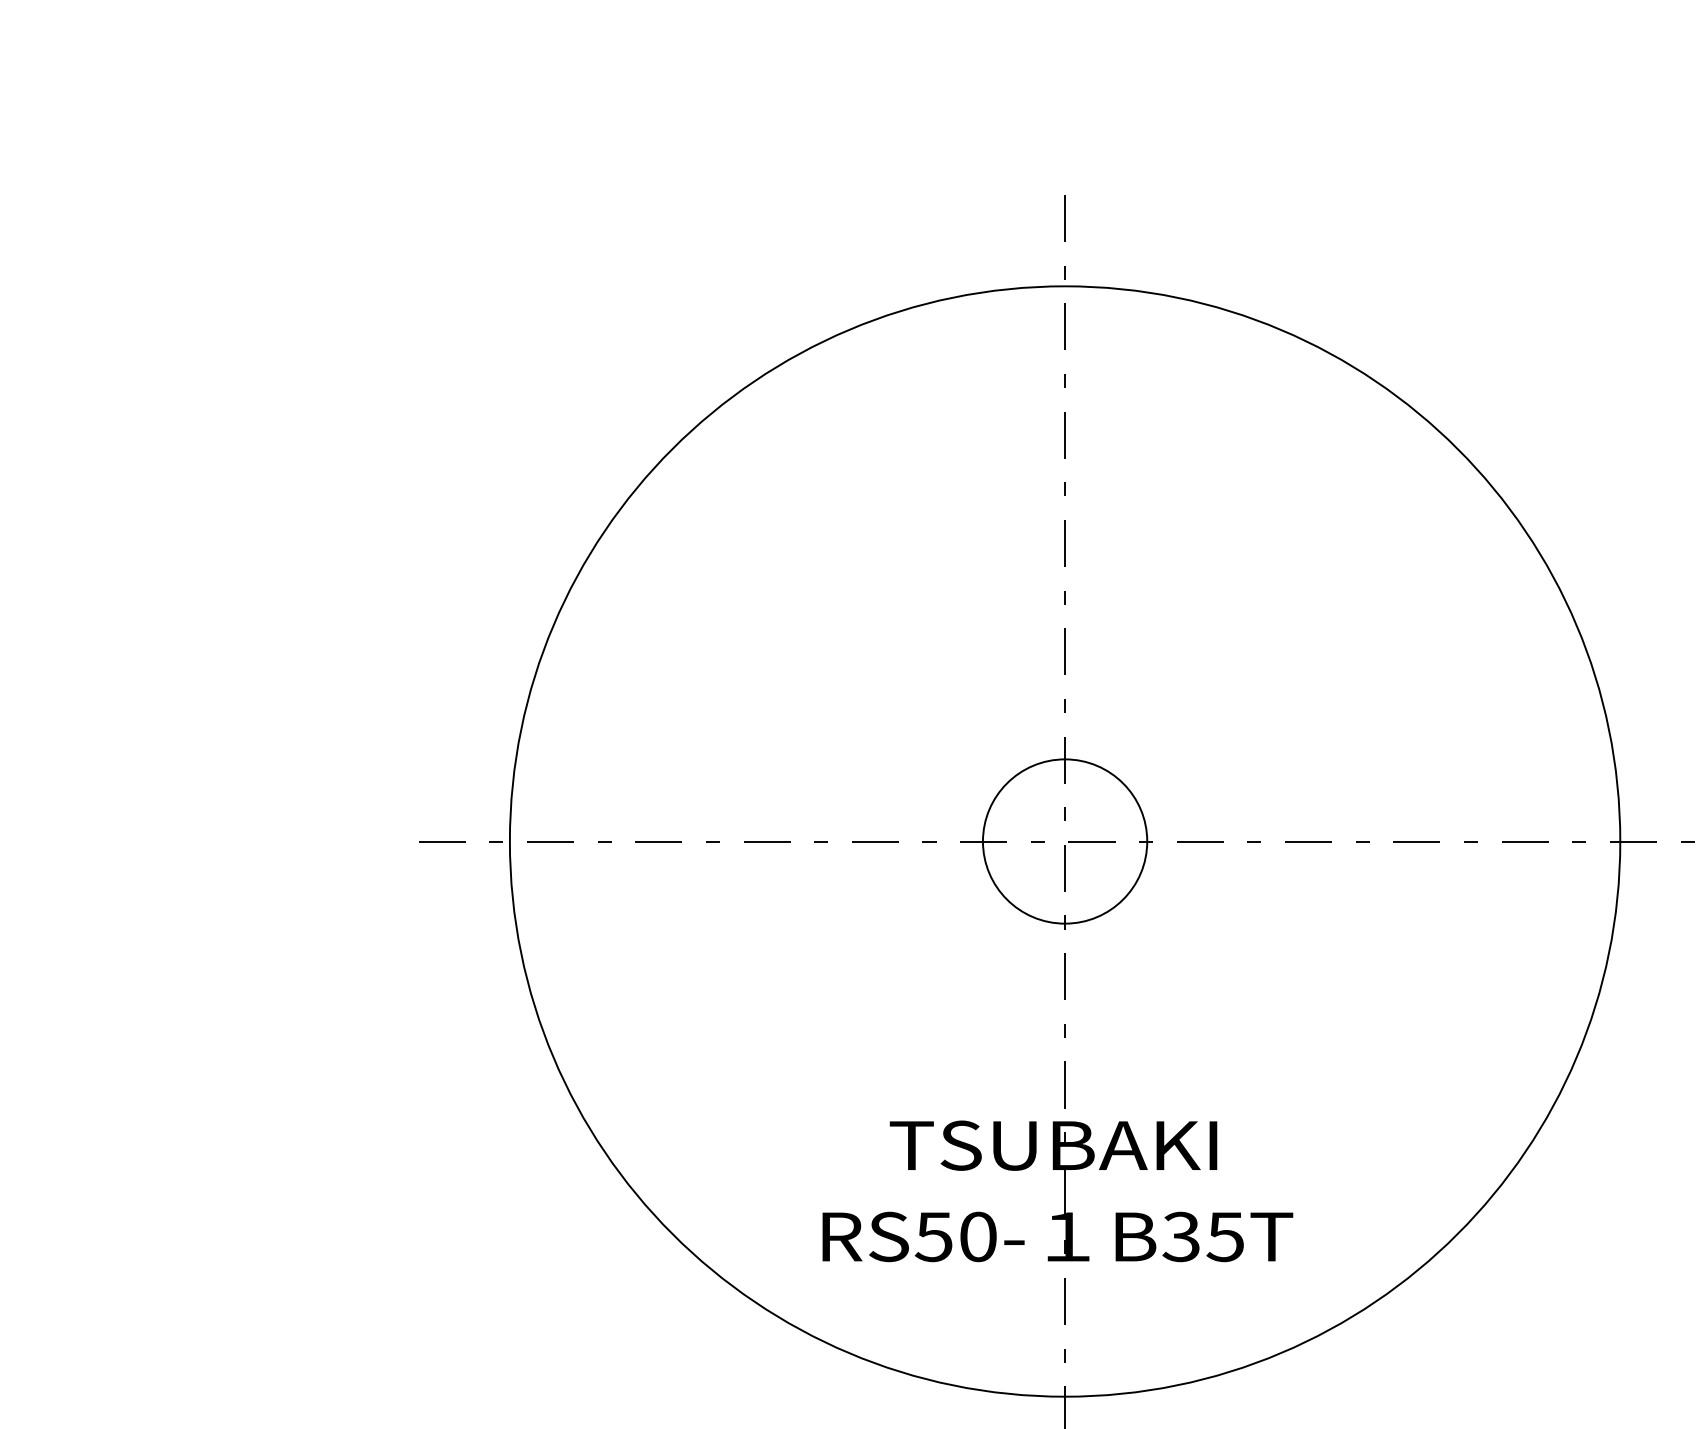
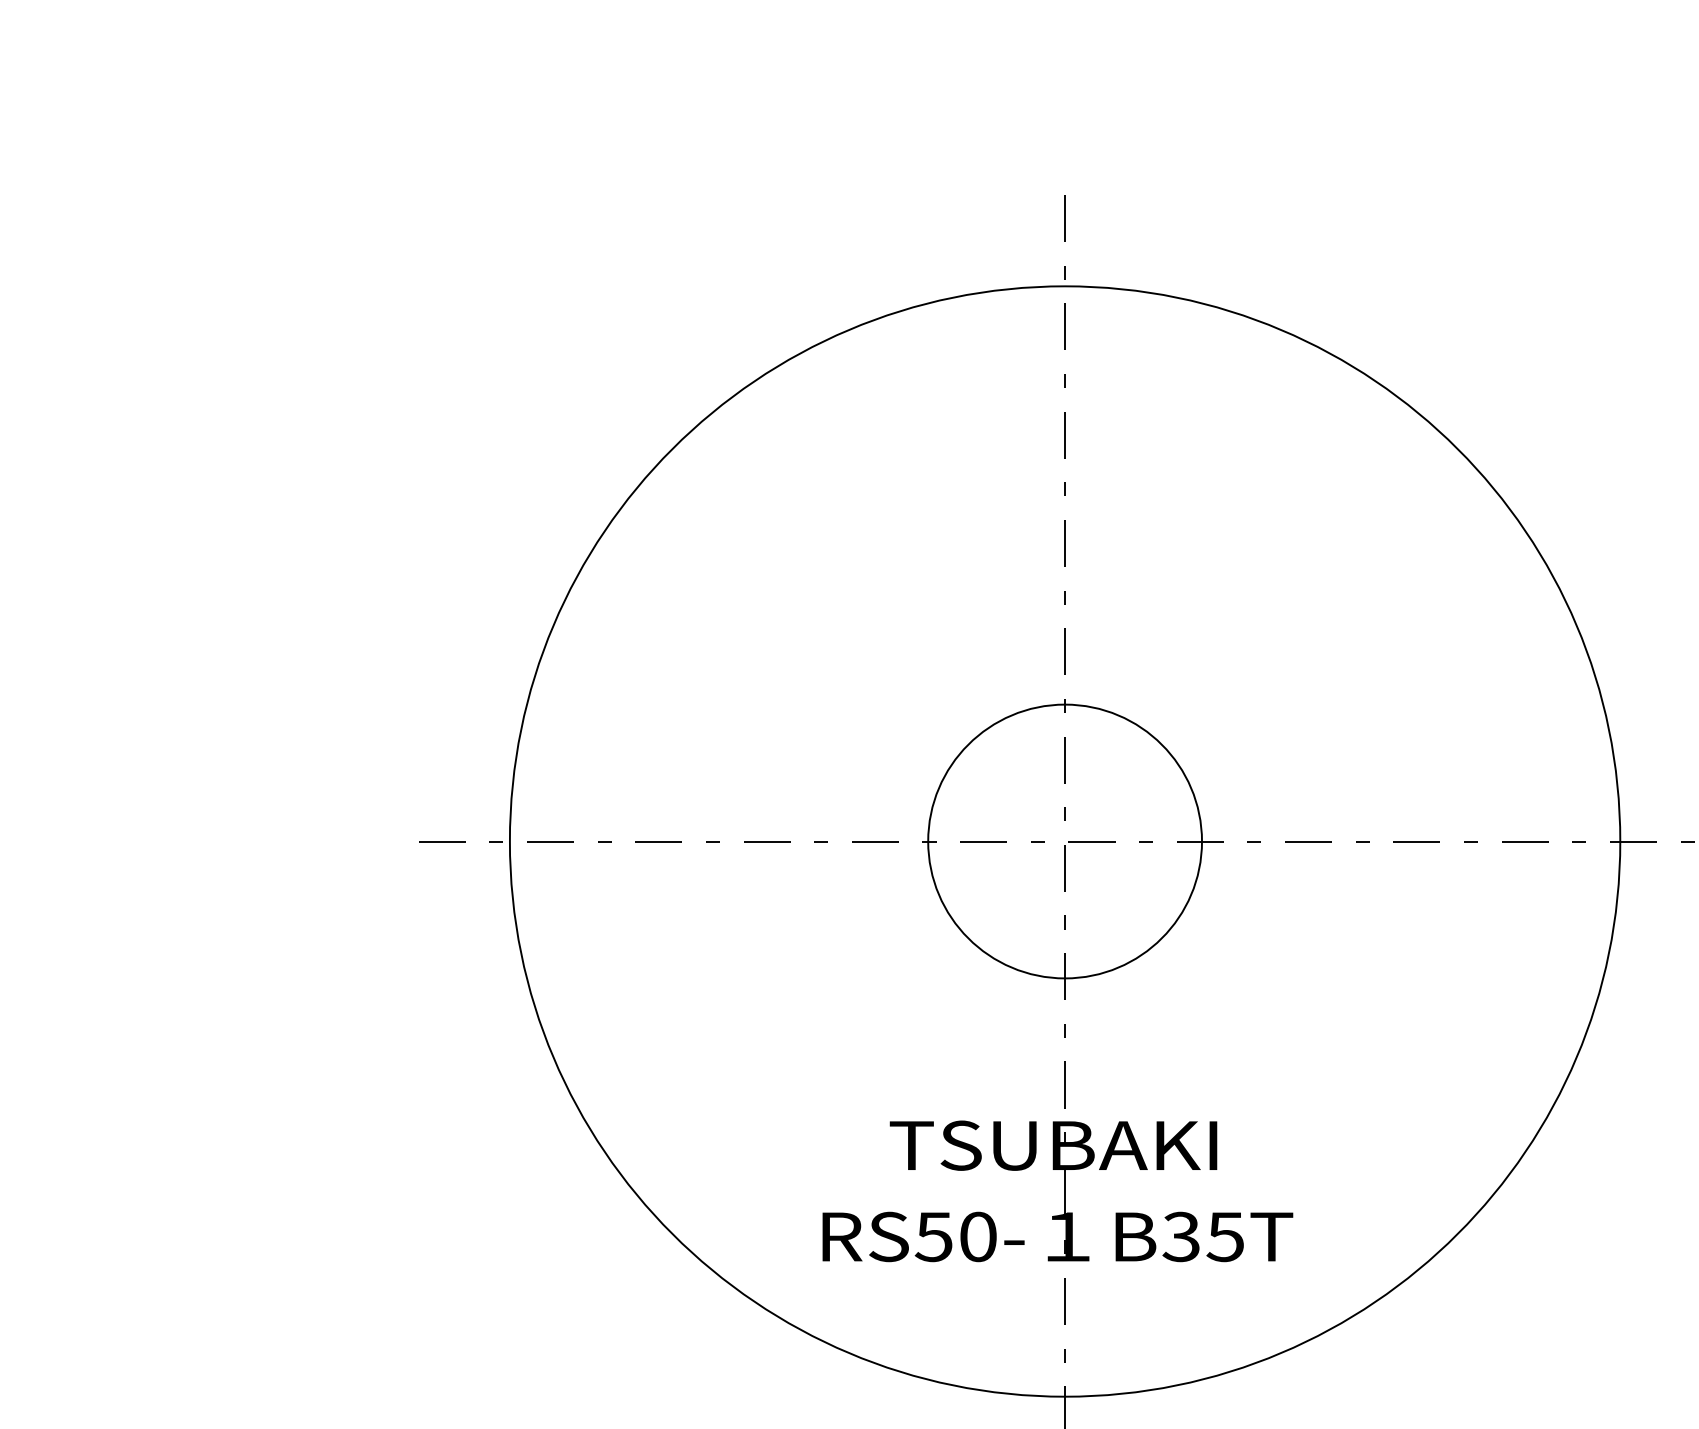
circle at (1064, 841) diameter: 164 px -> 274 px
